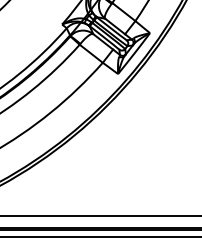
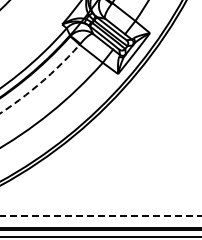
arc at (42, 81): solid -> dashed
line at (101, 215): solid -> dashed
